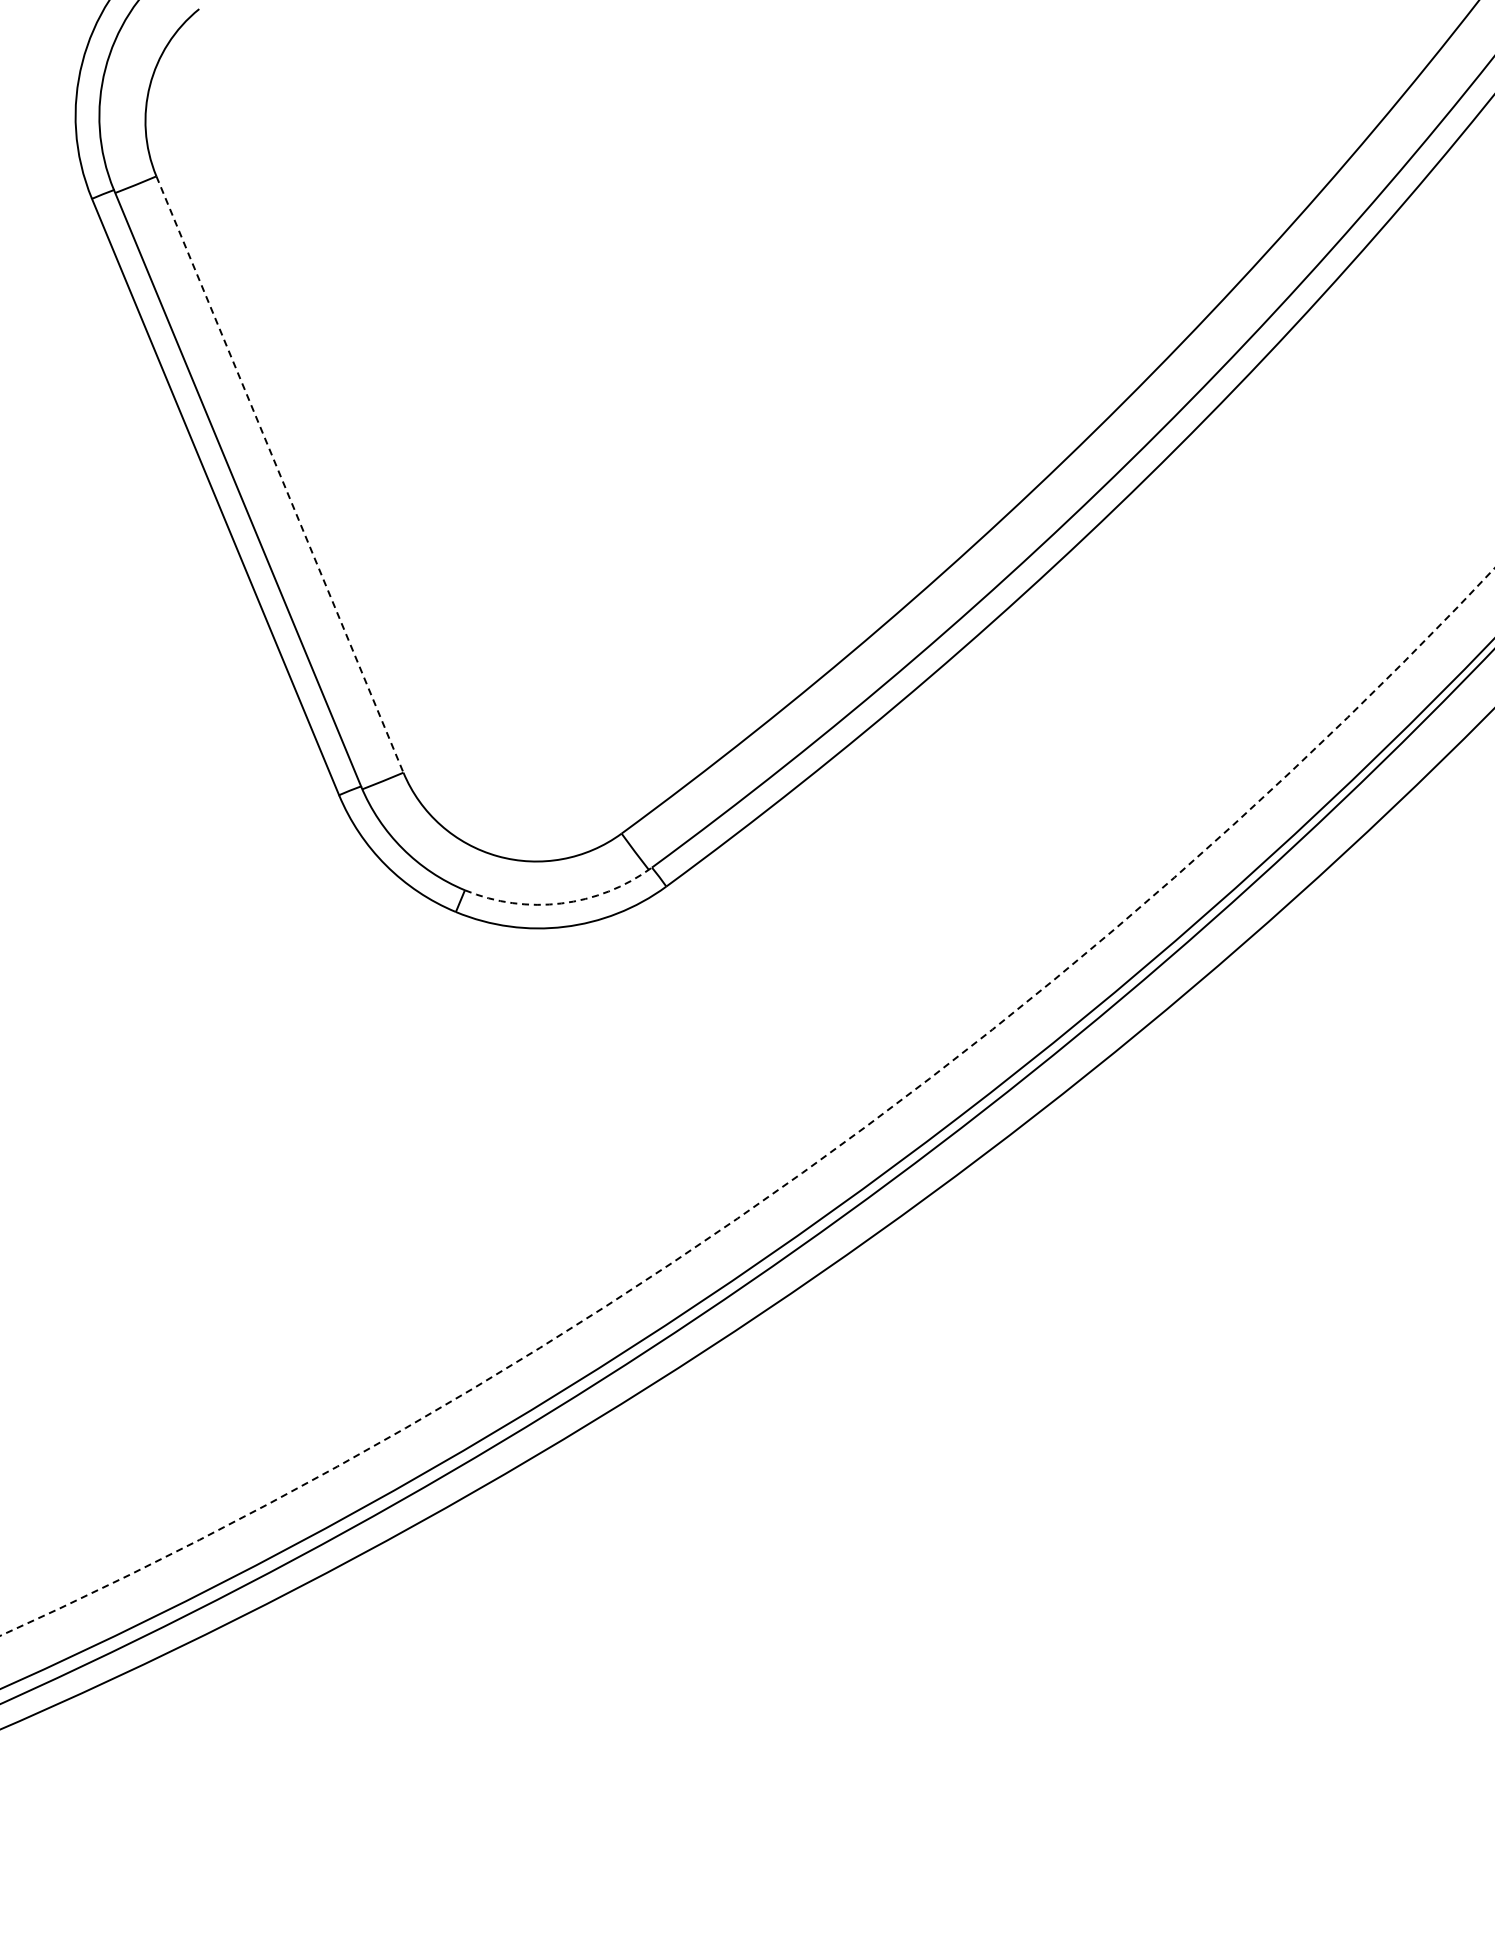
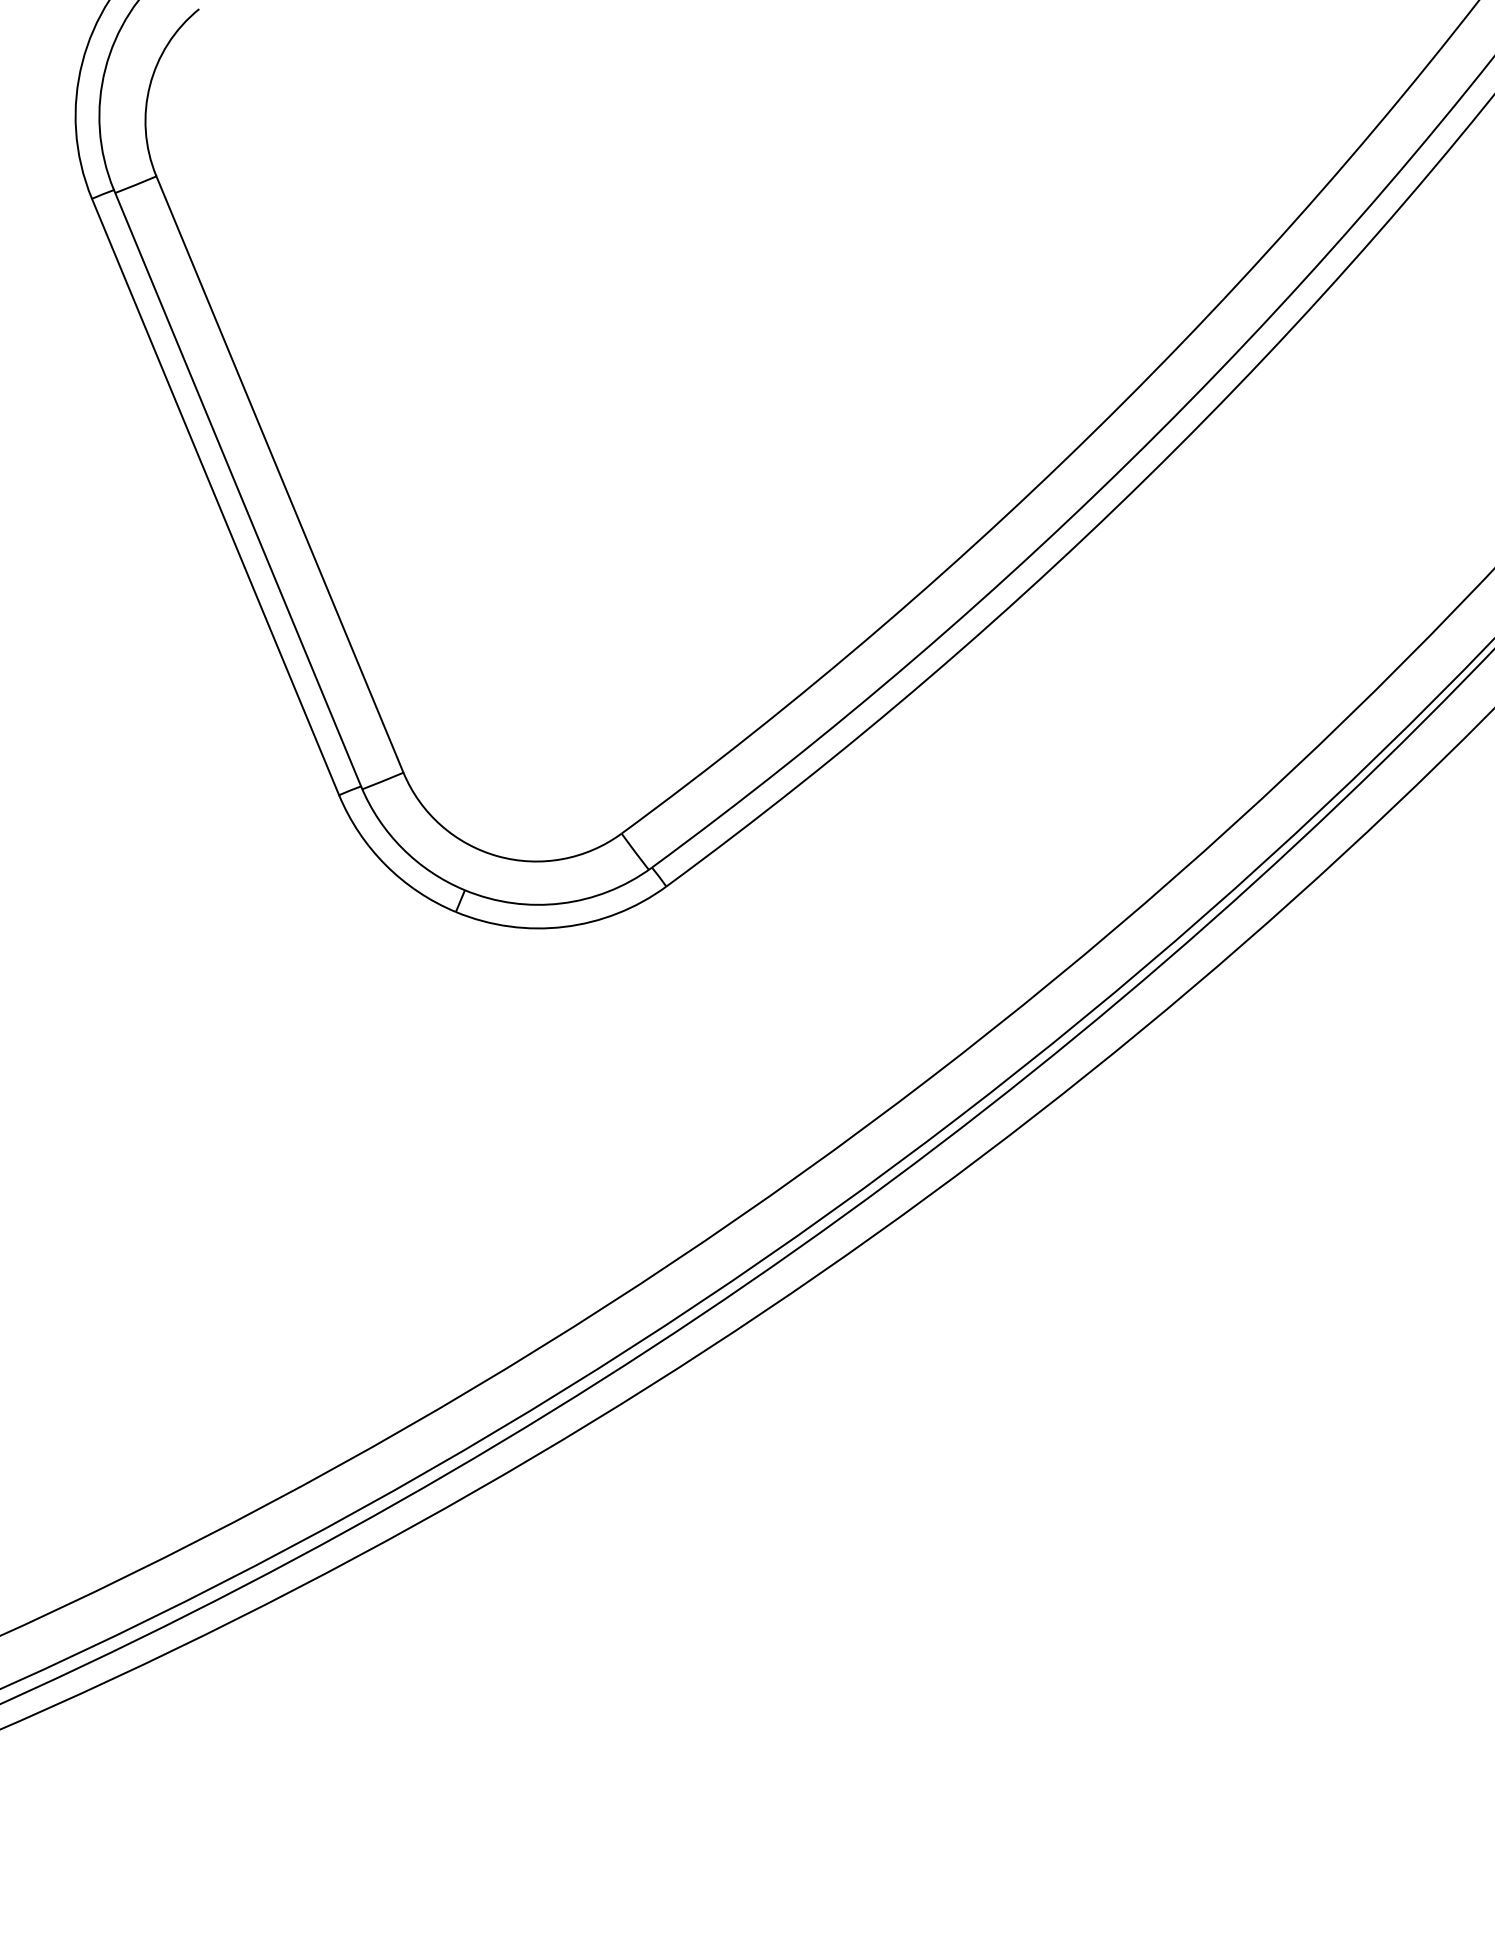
line at (279, 474): dashed -> solid
arc at (561, 903): dashed -> solid
arc at (800, 1174): dashed -> solid
